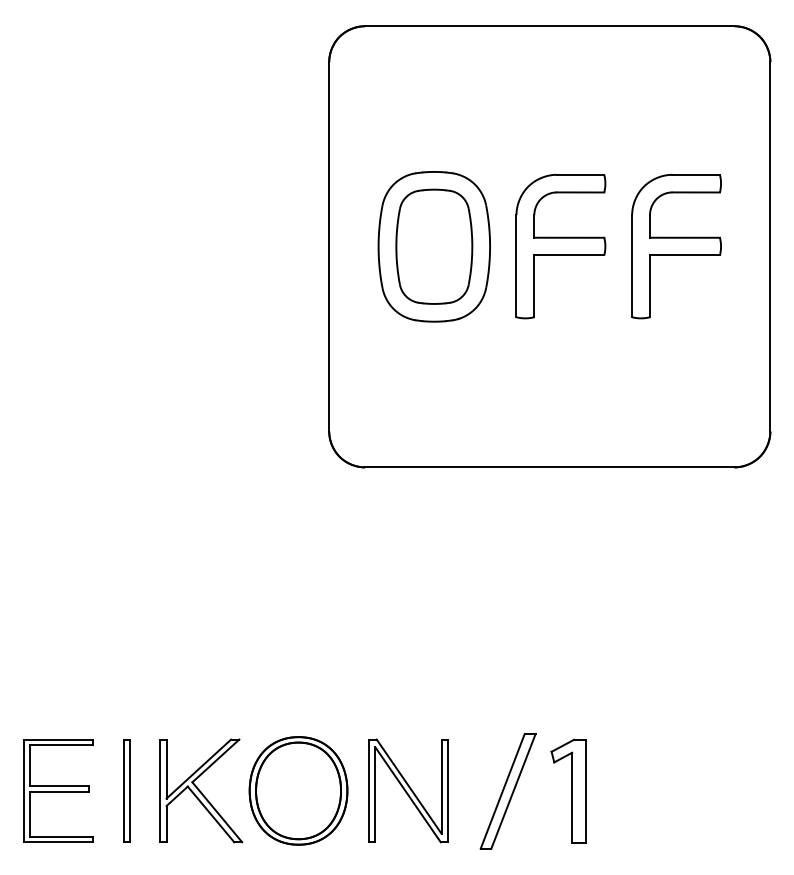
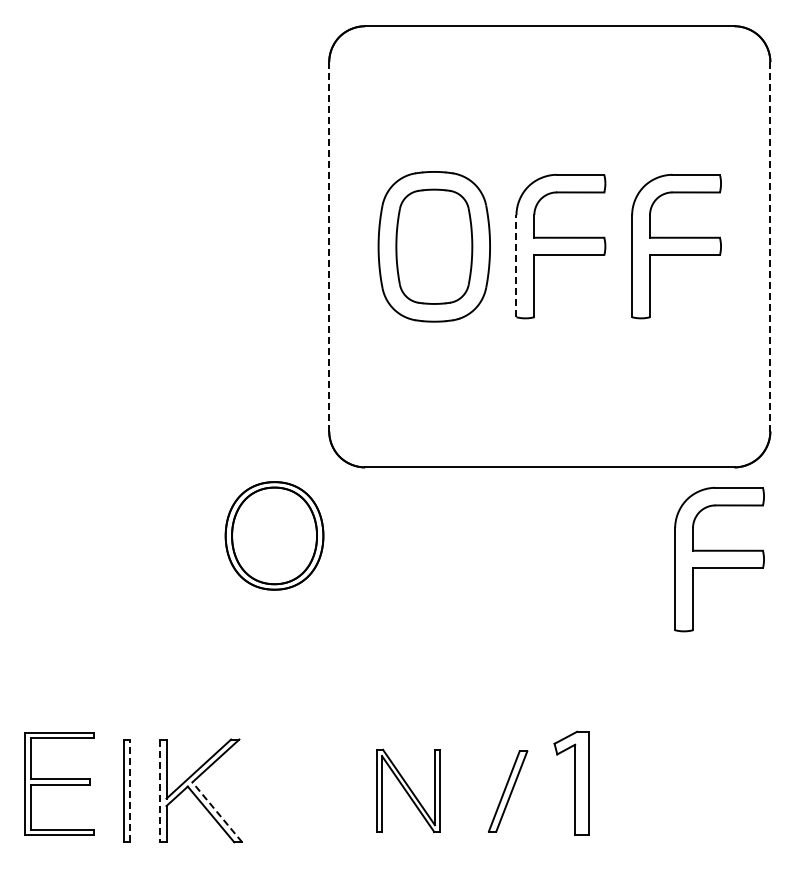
line at (329, 246): solid -> dashed
line at (770, 246): solid -> dashed
line at (516, 265): solid -> dashed
part at (719, 559): none -> present
part at (58, 790) position: (58, 790) -> (59, 783)
line at (130, 790): solid -> dashed
part at (298, 790) position: (298, 790) -> (274, 535)
part at (408, 790) size: 81x106 px -> 65x86 px
part at (568, 790) position: (568, 790) -> (571, 782)
line at (160, 791): solid -> dashed
part at (507, 791) size: 58x117 px -> 41x83 px
line at (217, 812): solid -> dashed
